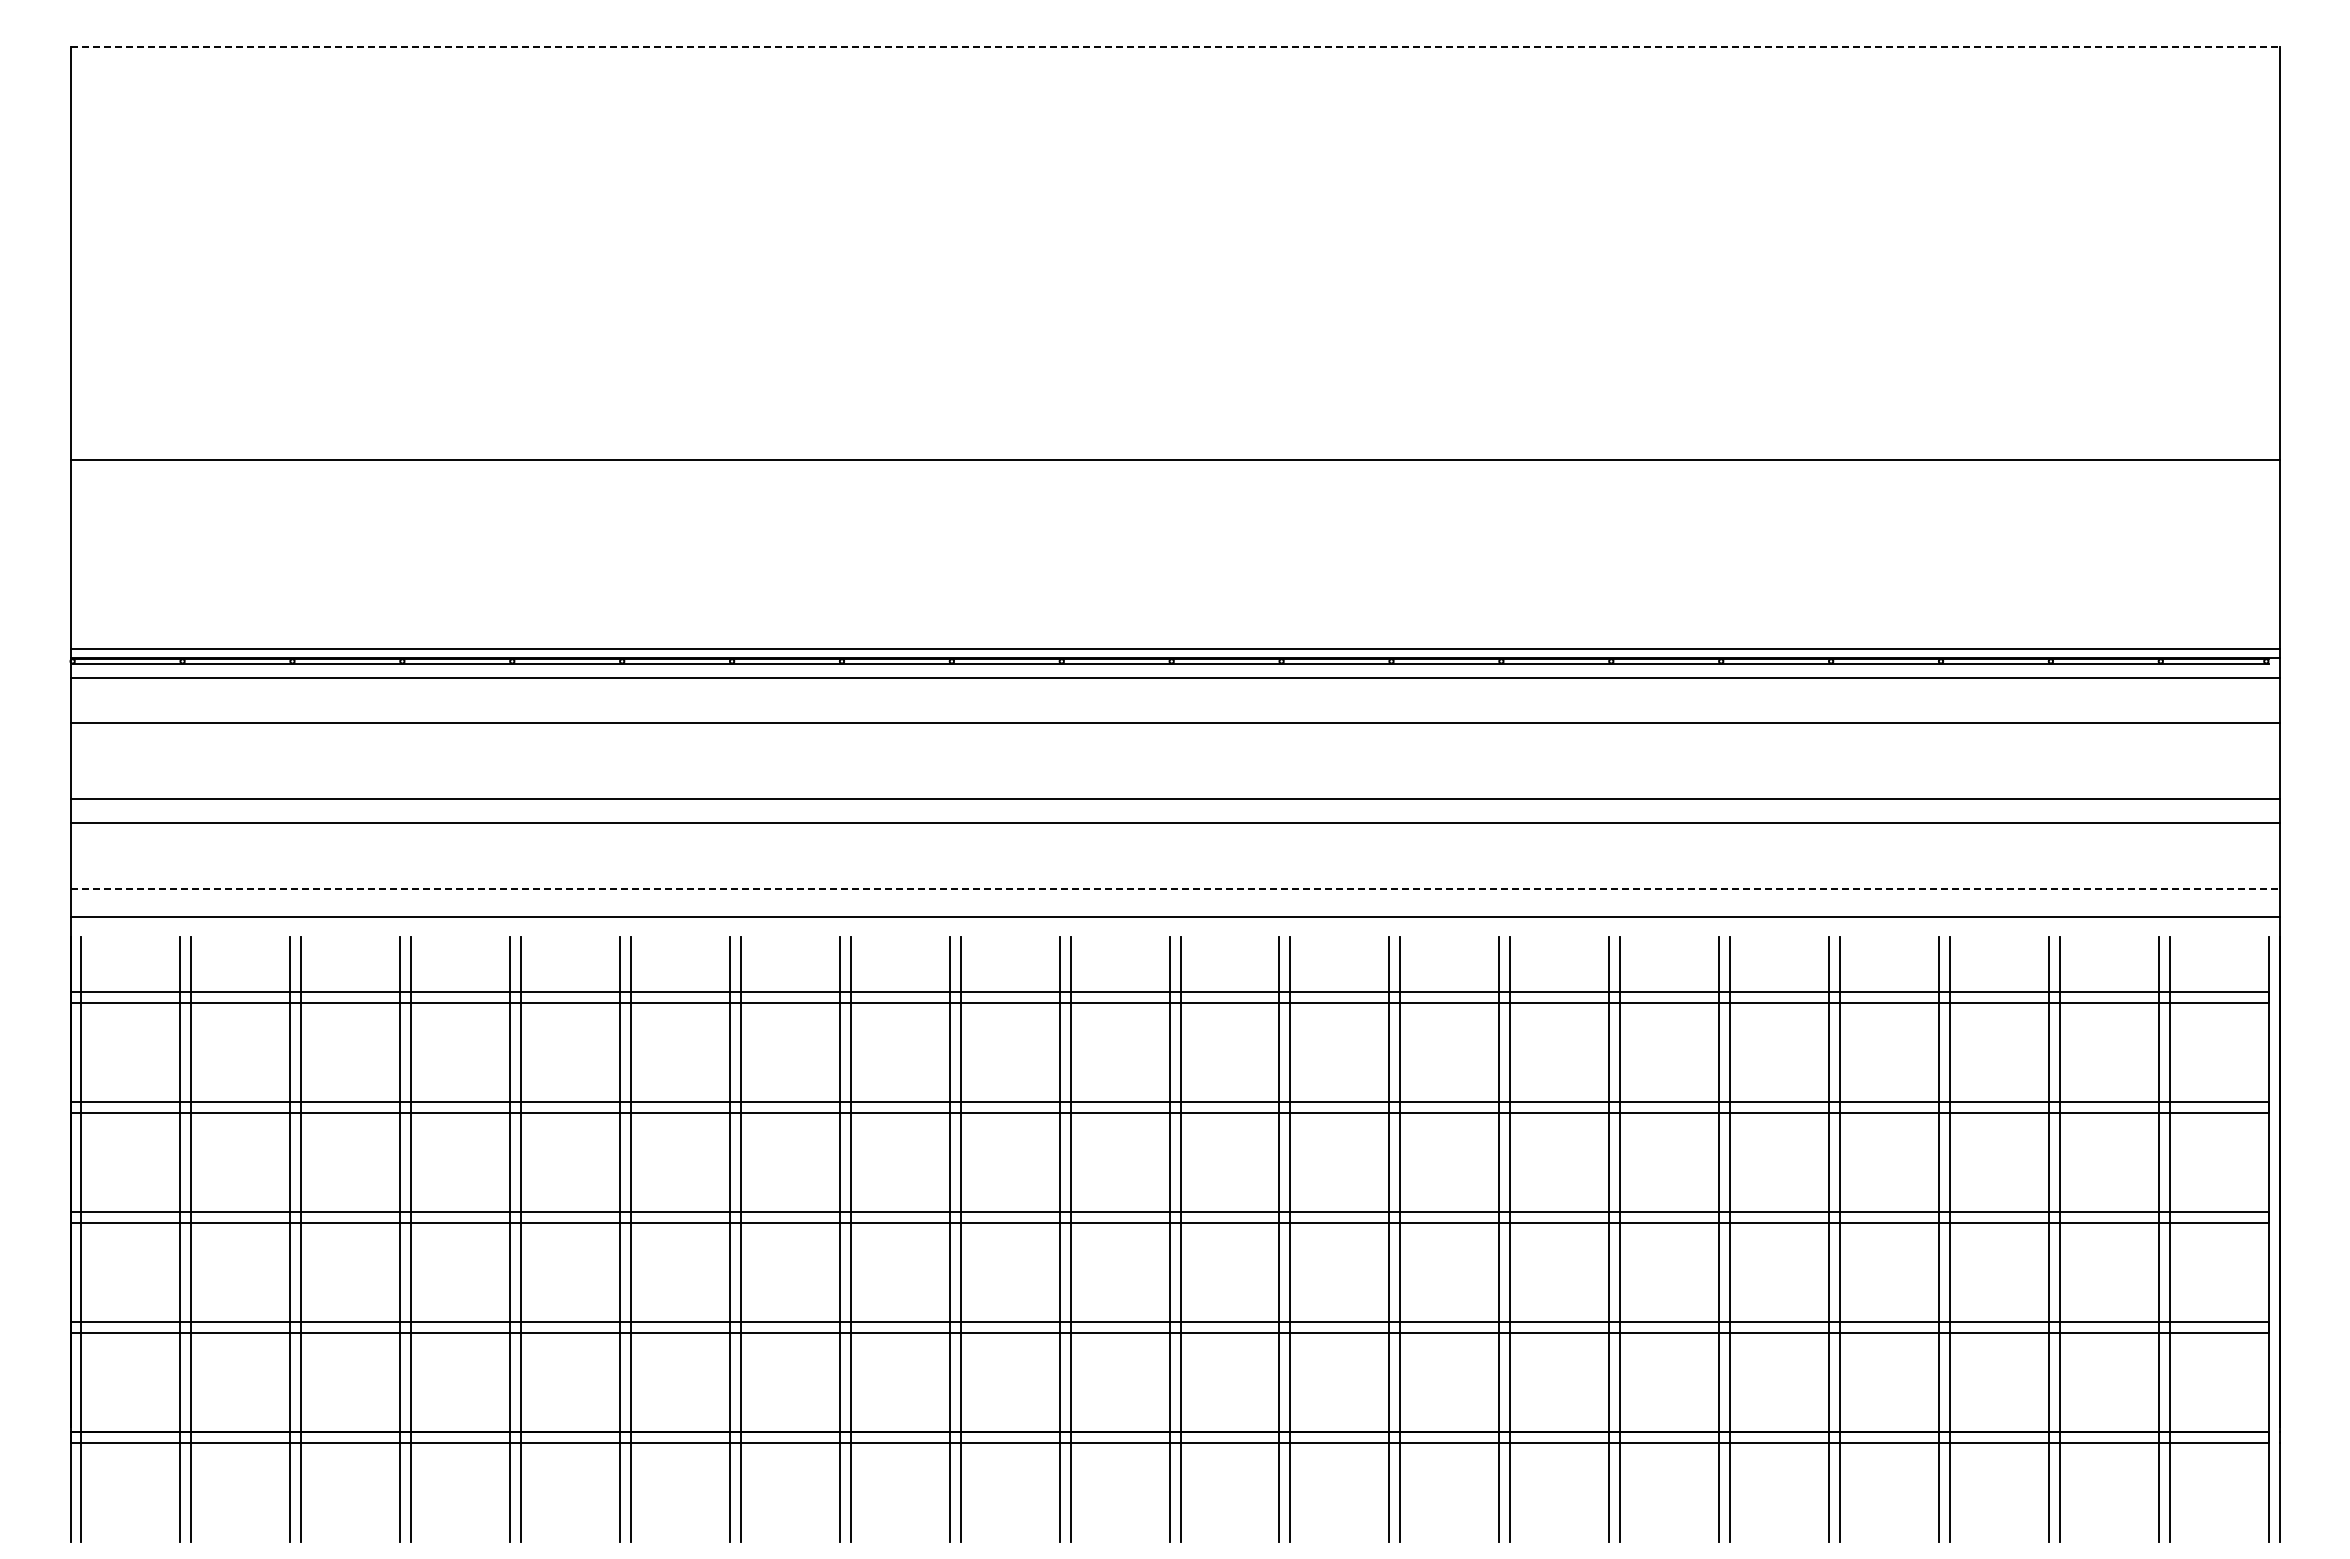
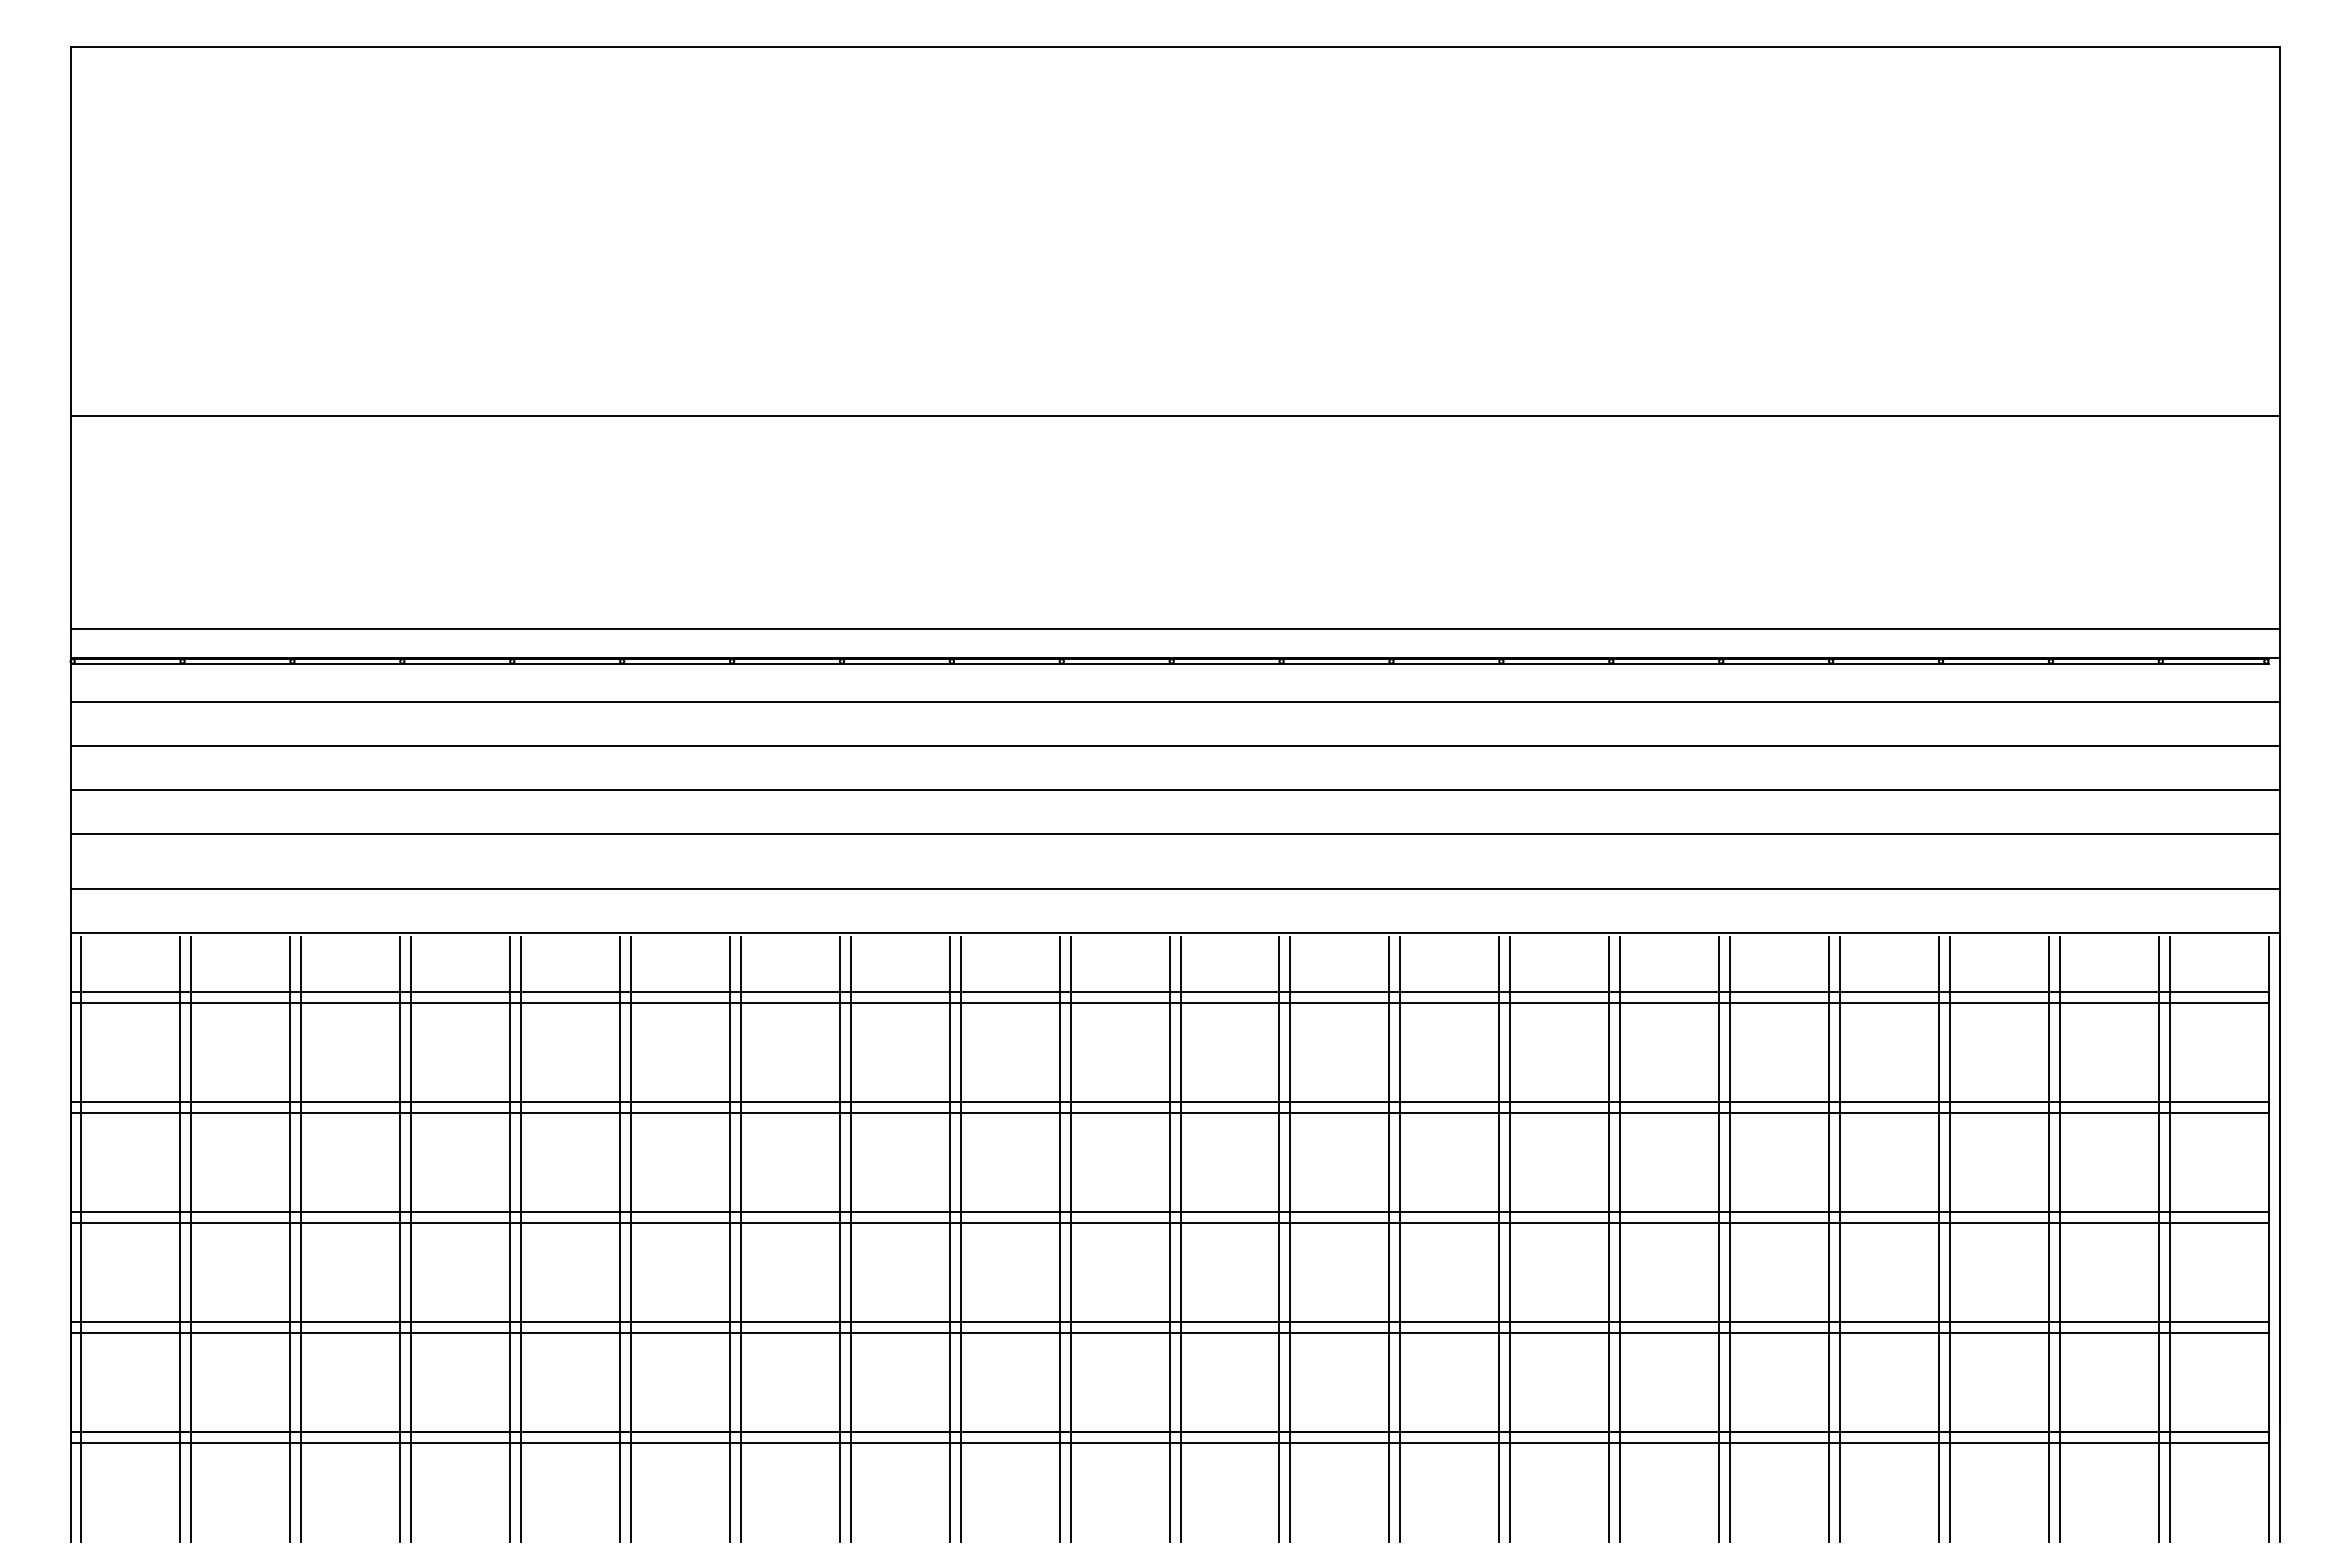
line at (1175, 46): dashed -> solid
line at (1174, 460) position: (1174, 460) -> (1174, 416)
line at (1174, 649) position: (1174, 649) -> (1174, 629)
line at (1174, 677) position: (1174, 677) -> (1174, 701)
line at (1174, 722) position: (1174, 722) -> (1174, 745)
line at (1174, 798) position: (1174, 798) -> (1174, 833)
line at (1174, 822) position: (1174, 822) -> (1174, 789)
line at (1175, 888): dashed -> solid
line at (1174, 916) position: (1174, 916) -> (1174, 932)
